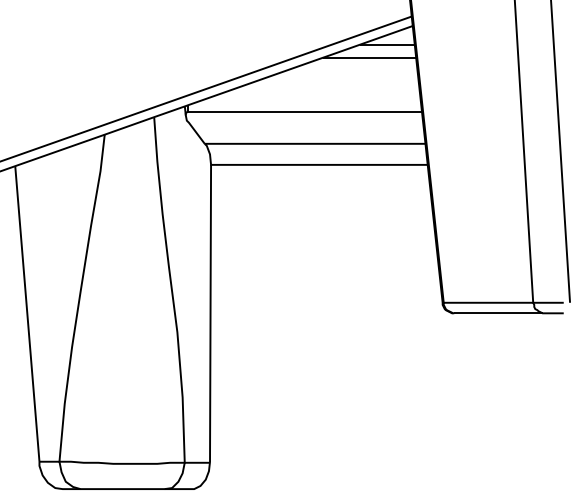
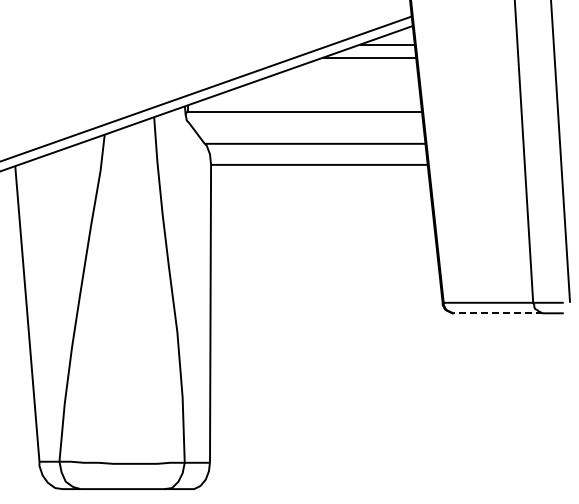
line at (497, 313): solid -> dashed
